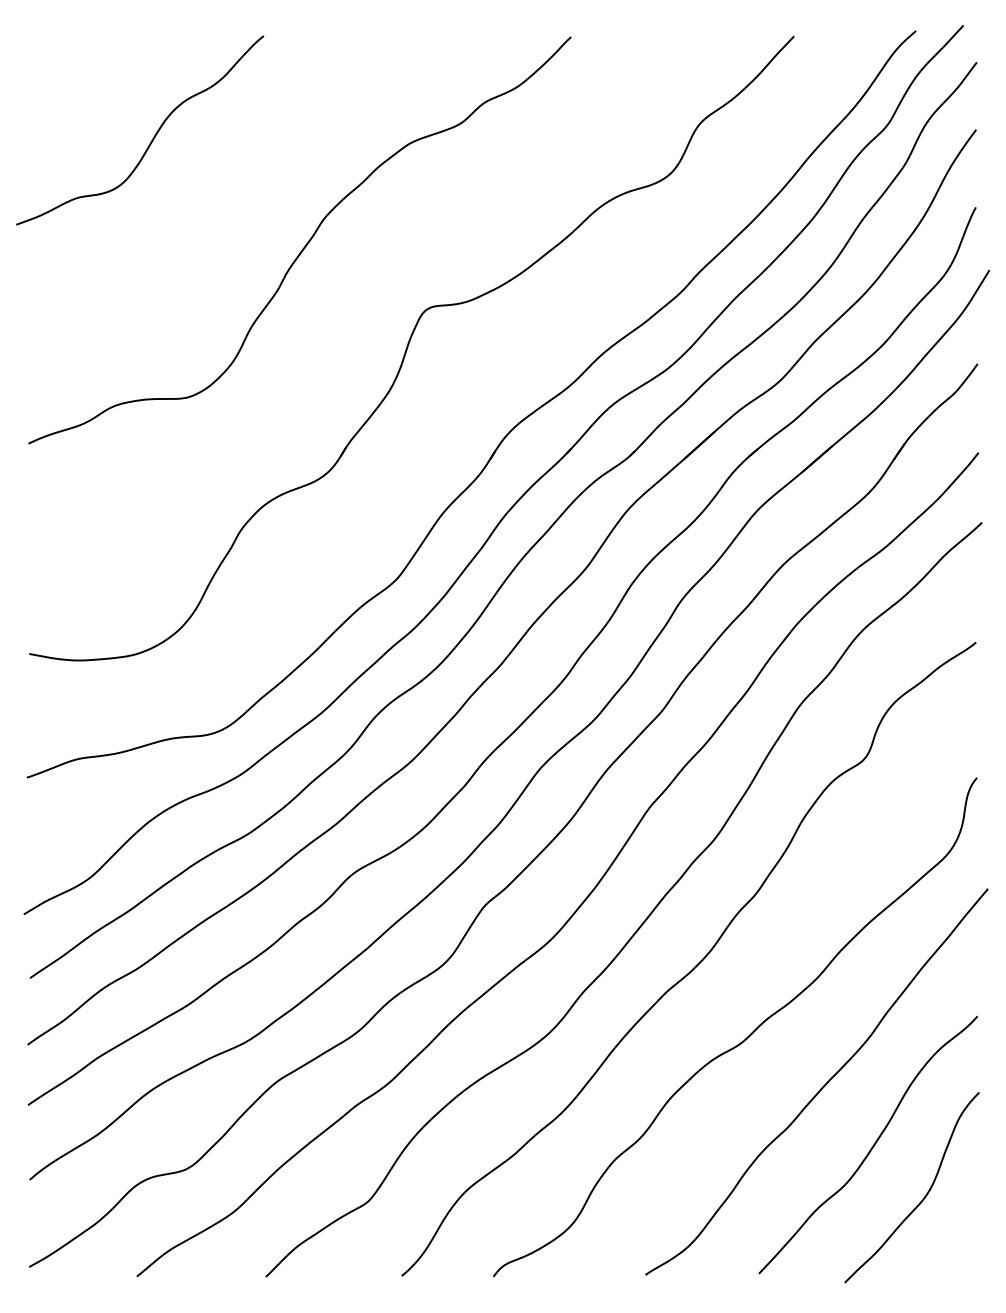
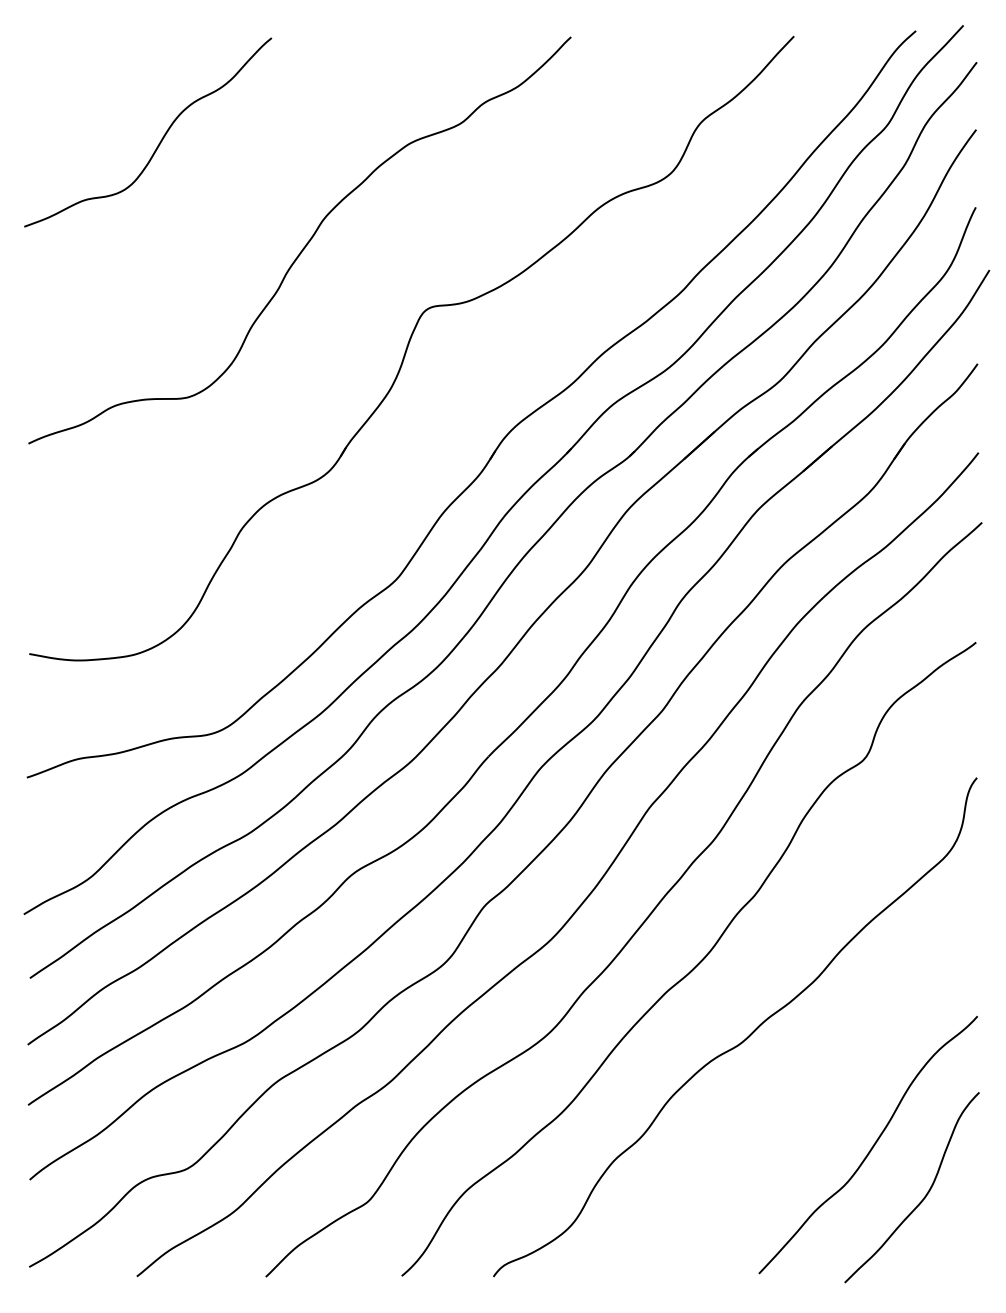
curve at (153, 136) position: (153, 136) -> (161, 138)
curve at (822, 1086): present -> none
